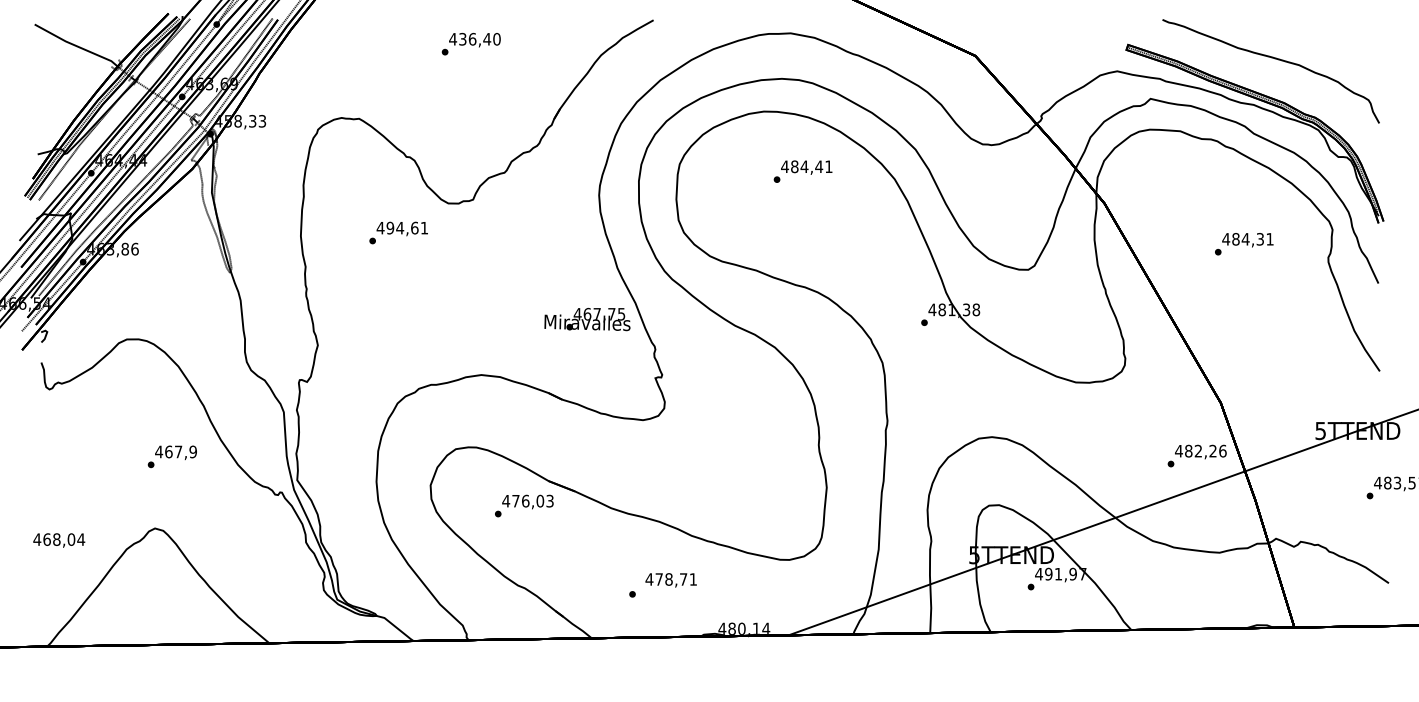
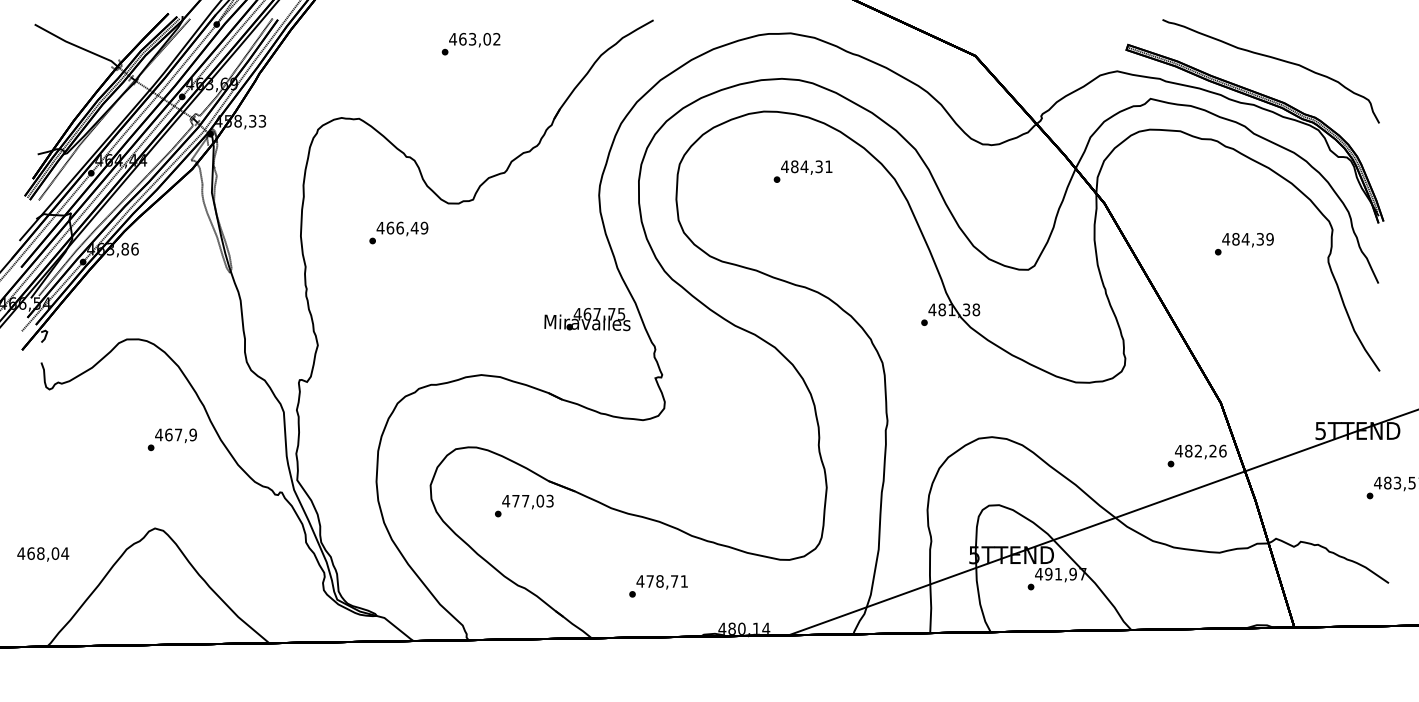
text at (479, 38): 436,40 -> 463,02
text at (819, 166): 484,41 -> 484,31
text at (407, 227): 494,61 -> 466,49
text at (1269, 239): 484,31 -> 484,39
text at (171, 456) position: (171, 456) -> (171, 439)
text at (525, 500): 476,03 -> 477,03
text at (59, 540) position: (59, 540) -> (43, 554)
text at (670, 580) position: (670, 580) -> (661, 582)
